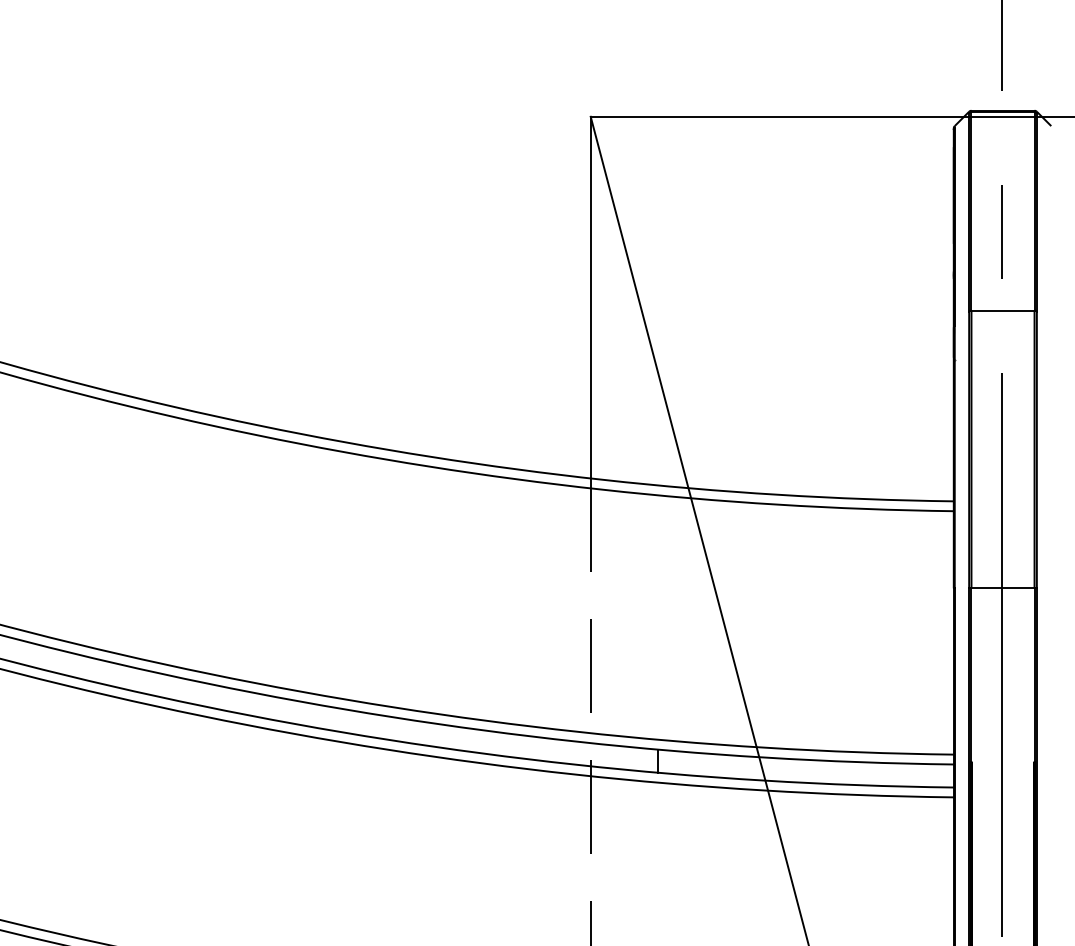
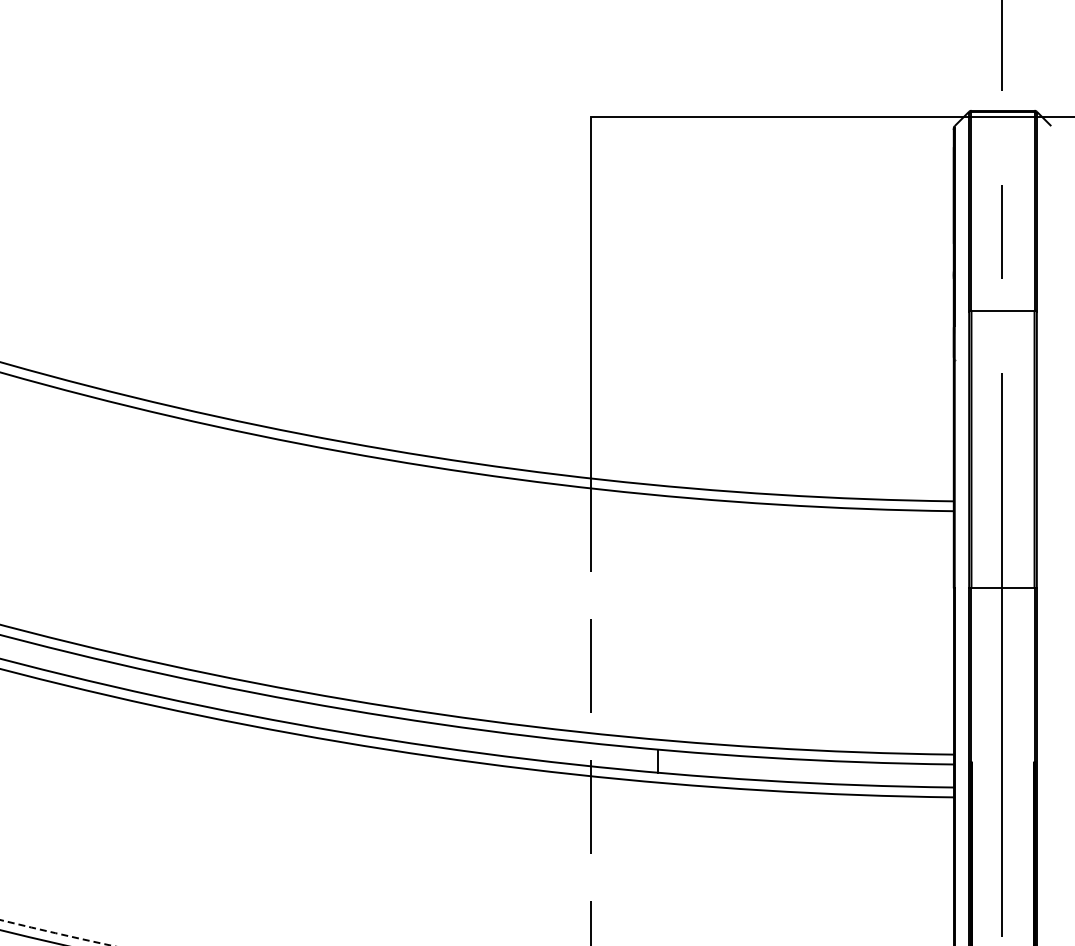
line at (699, 529): present -> none
arc at (56, 933): solid -> dashed
